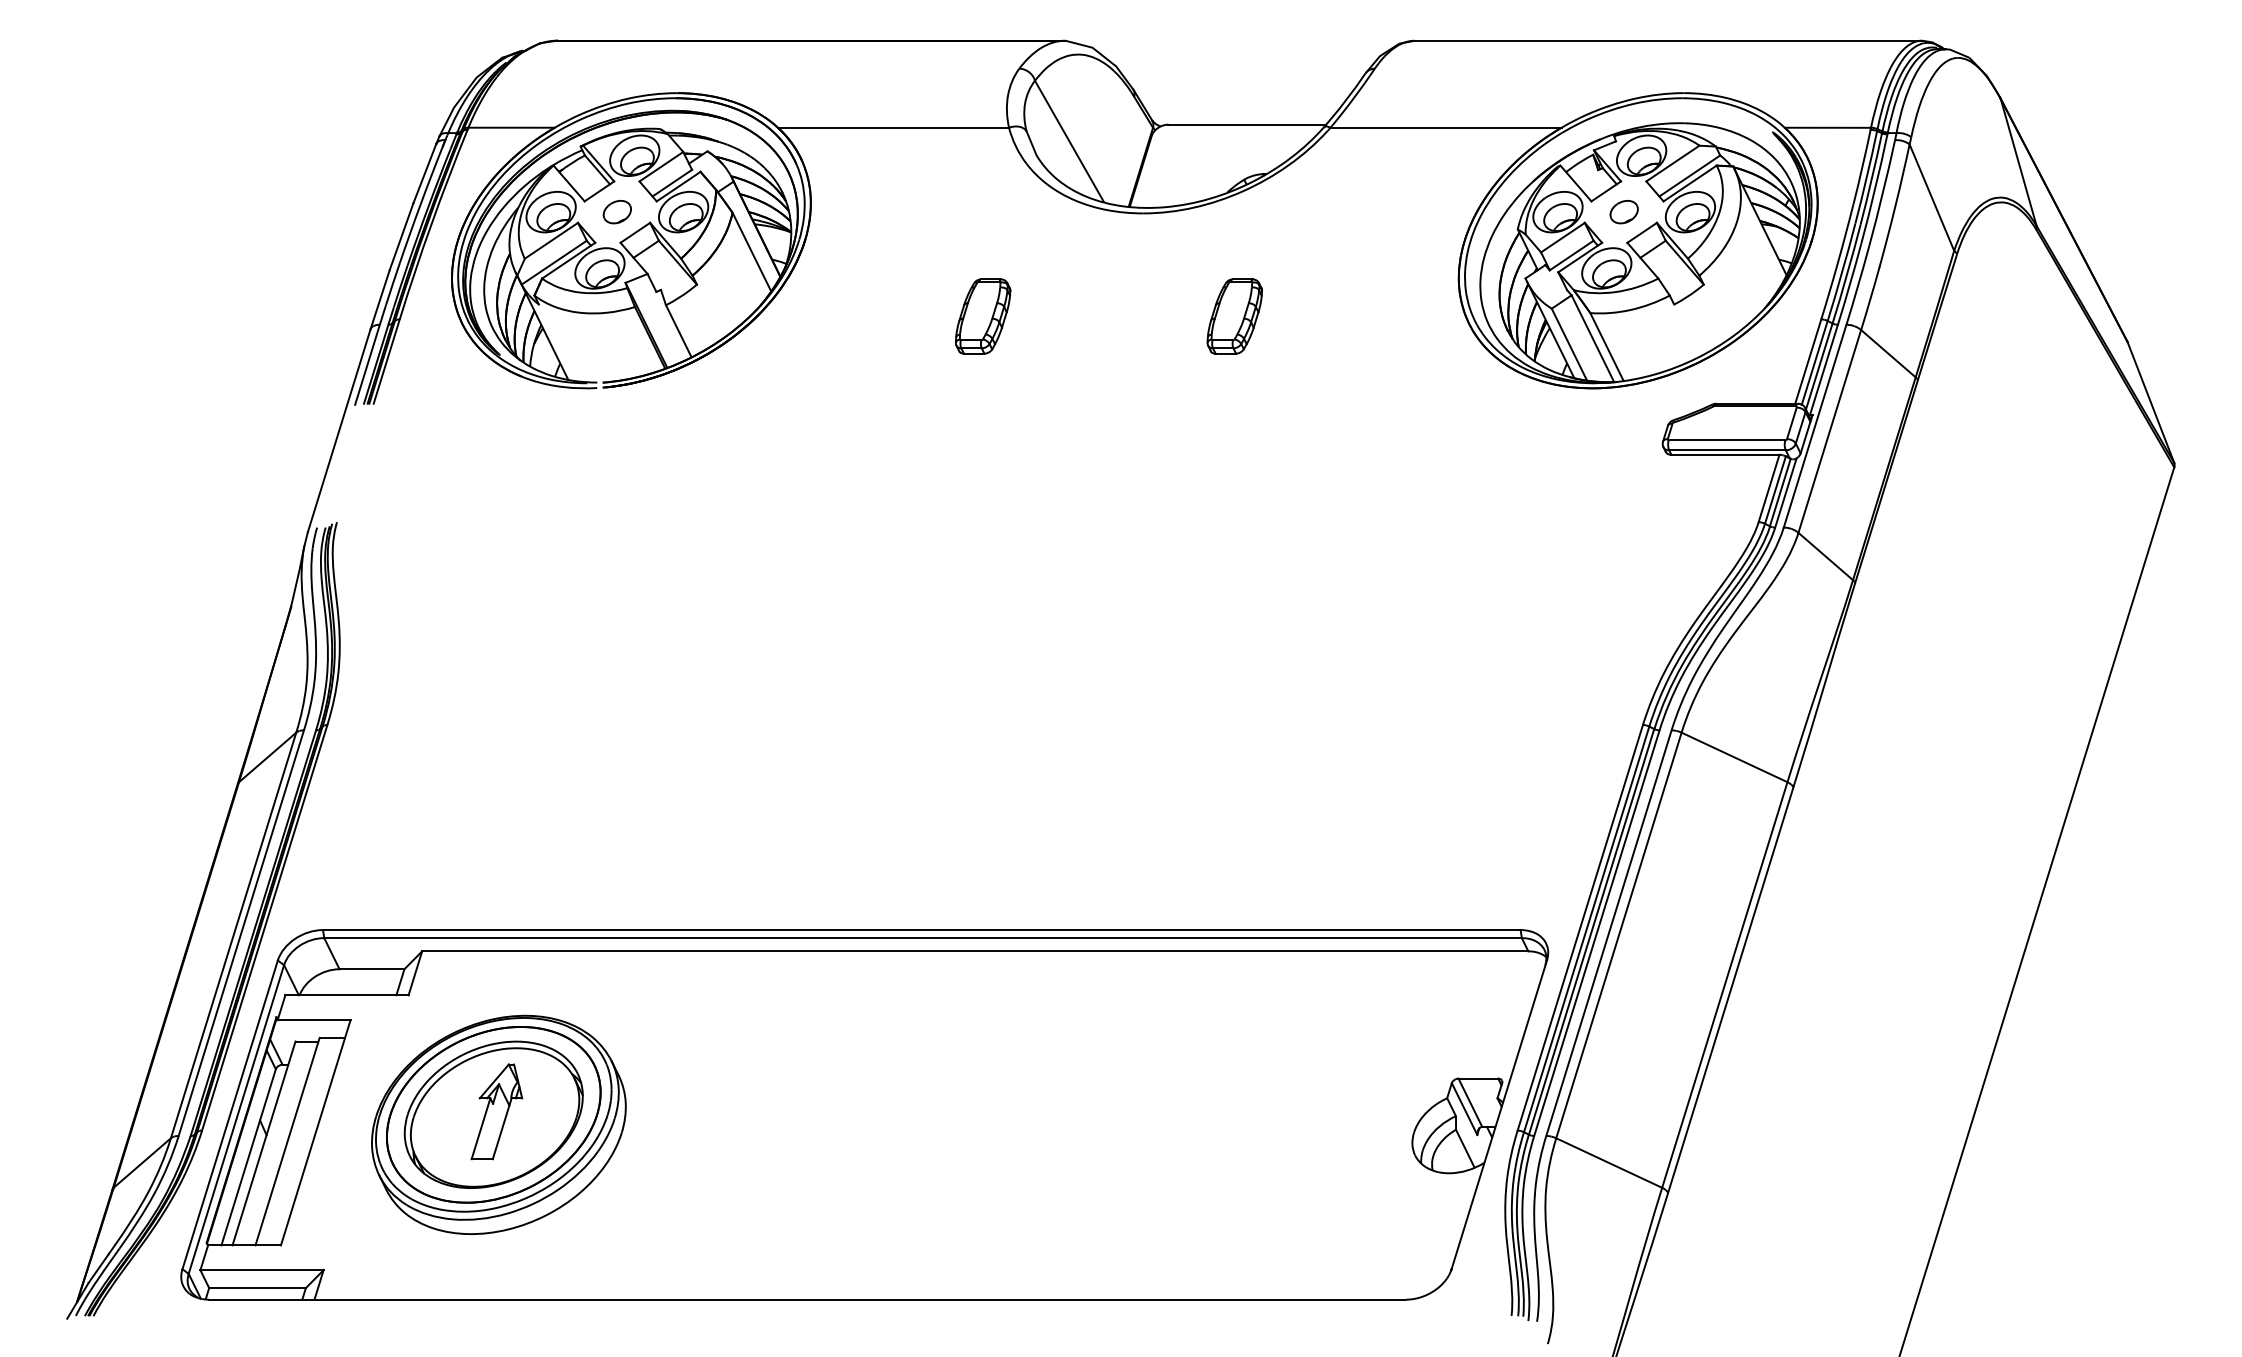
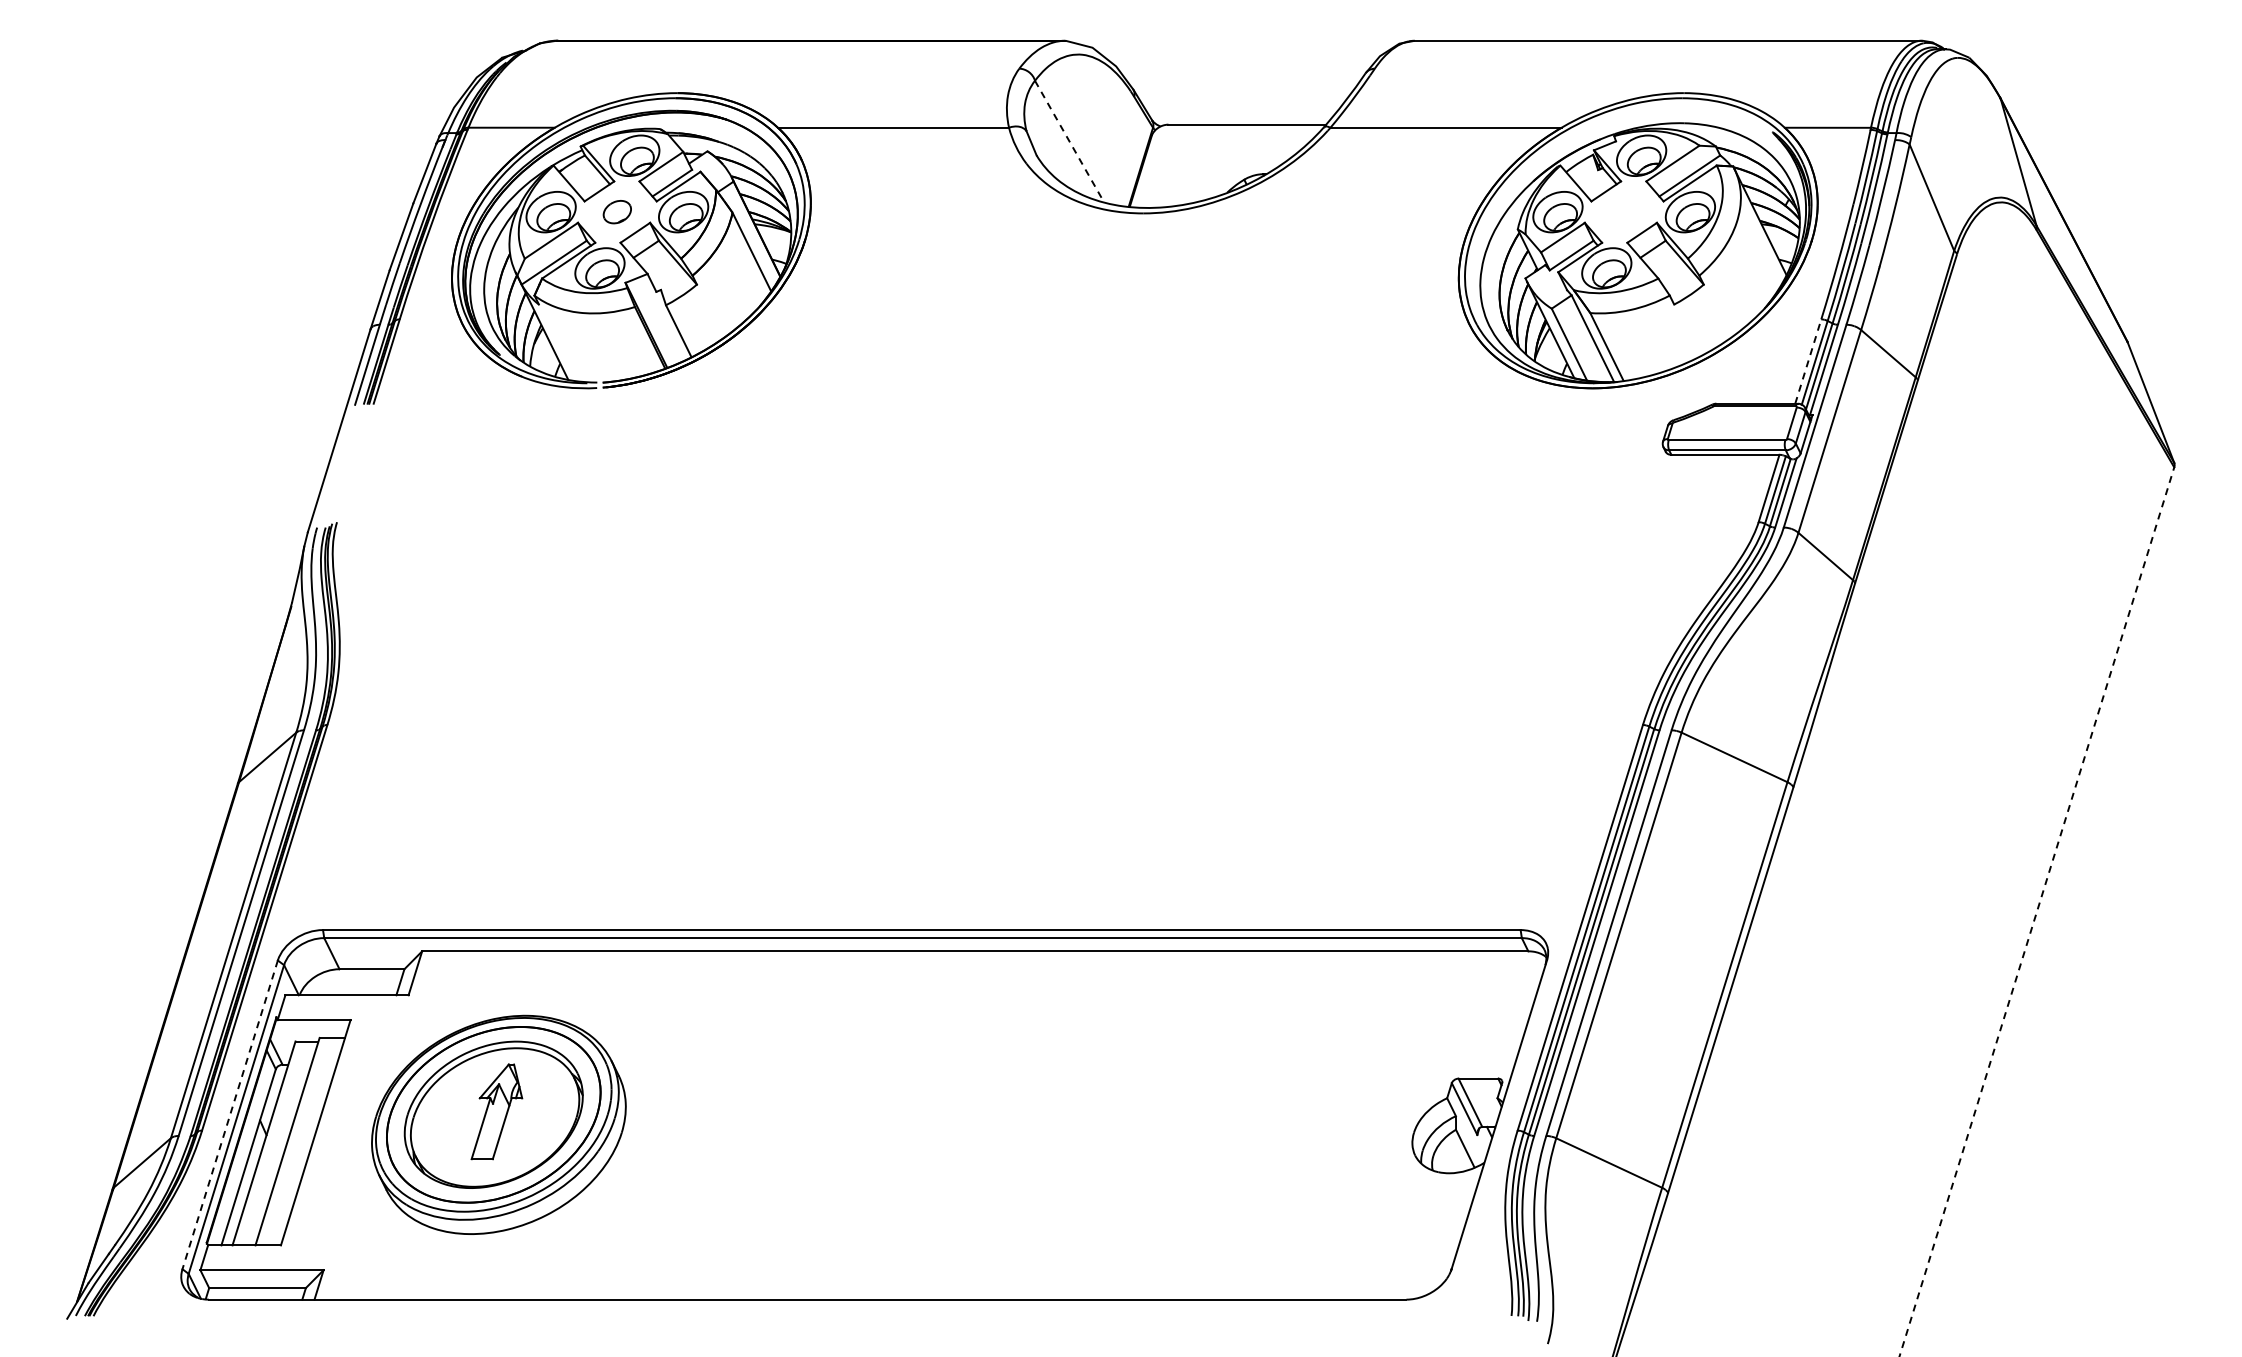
line at (1069, 141): solid -> dashed
part at (1623, 212): present -> none
part at (983, 316): present -> none
part at (1234, 316): present -> none
line at (1808, 361): solid -> dashed
line at (2036, 911): solid -> dashed
line at (230, 1114): solid -> dashed
